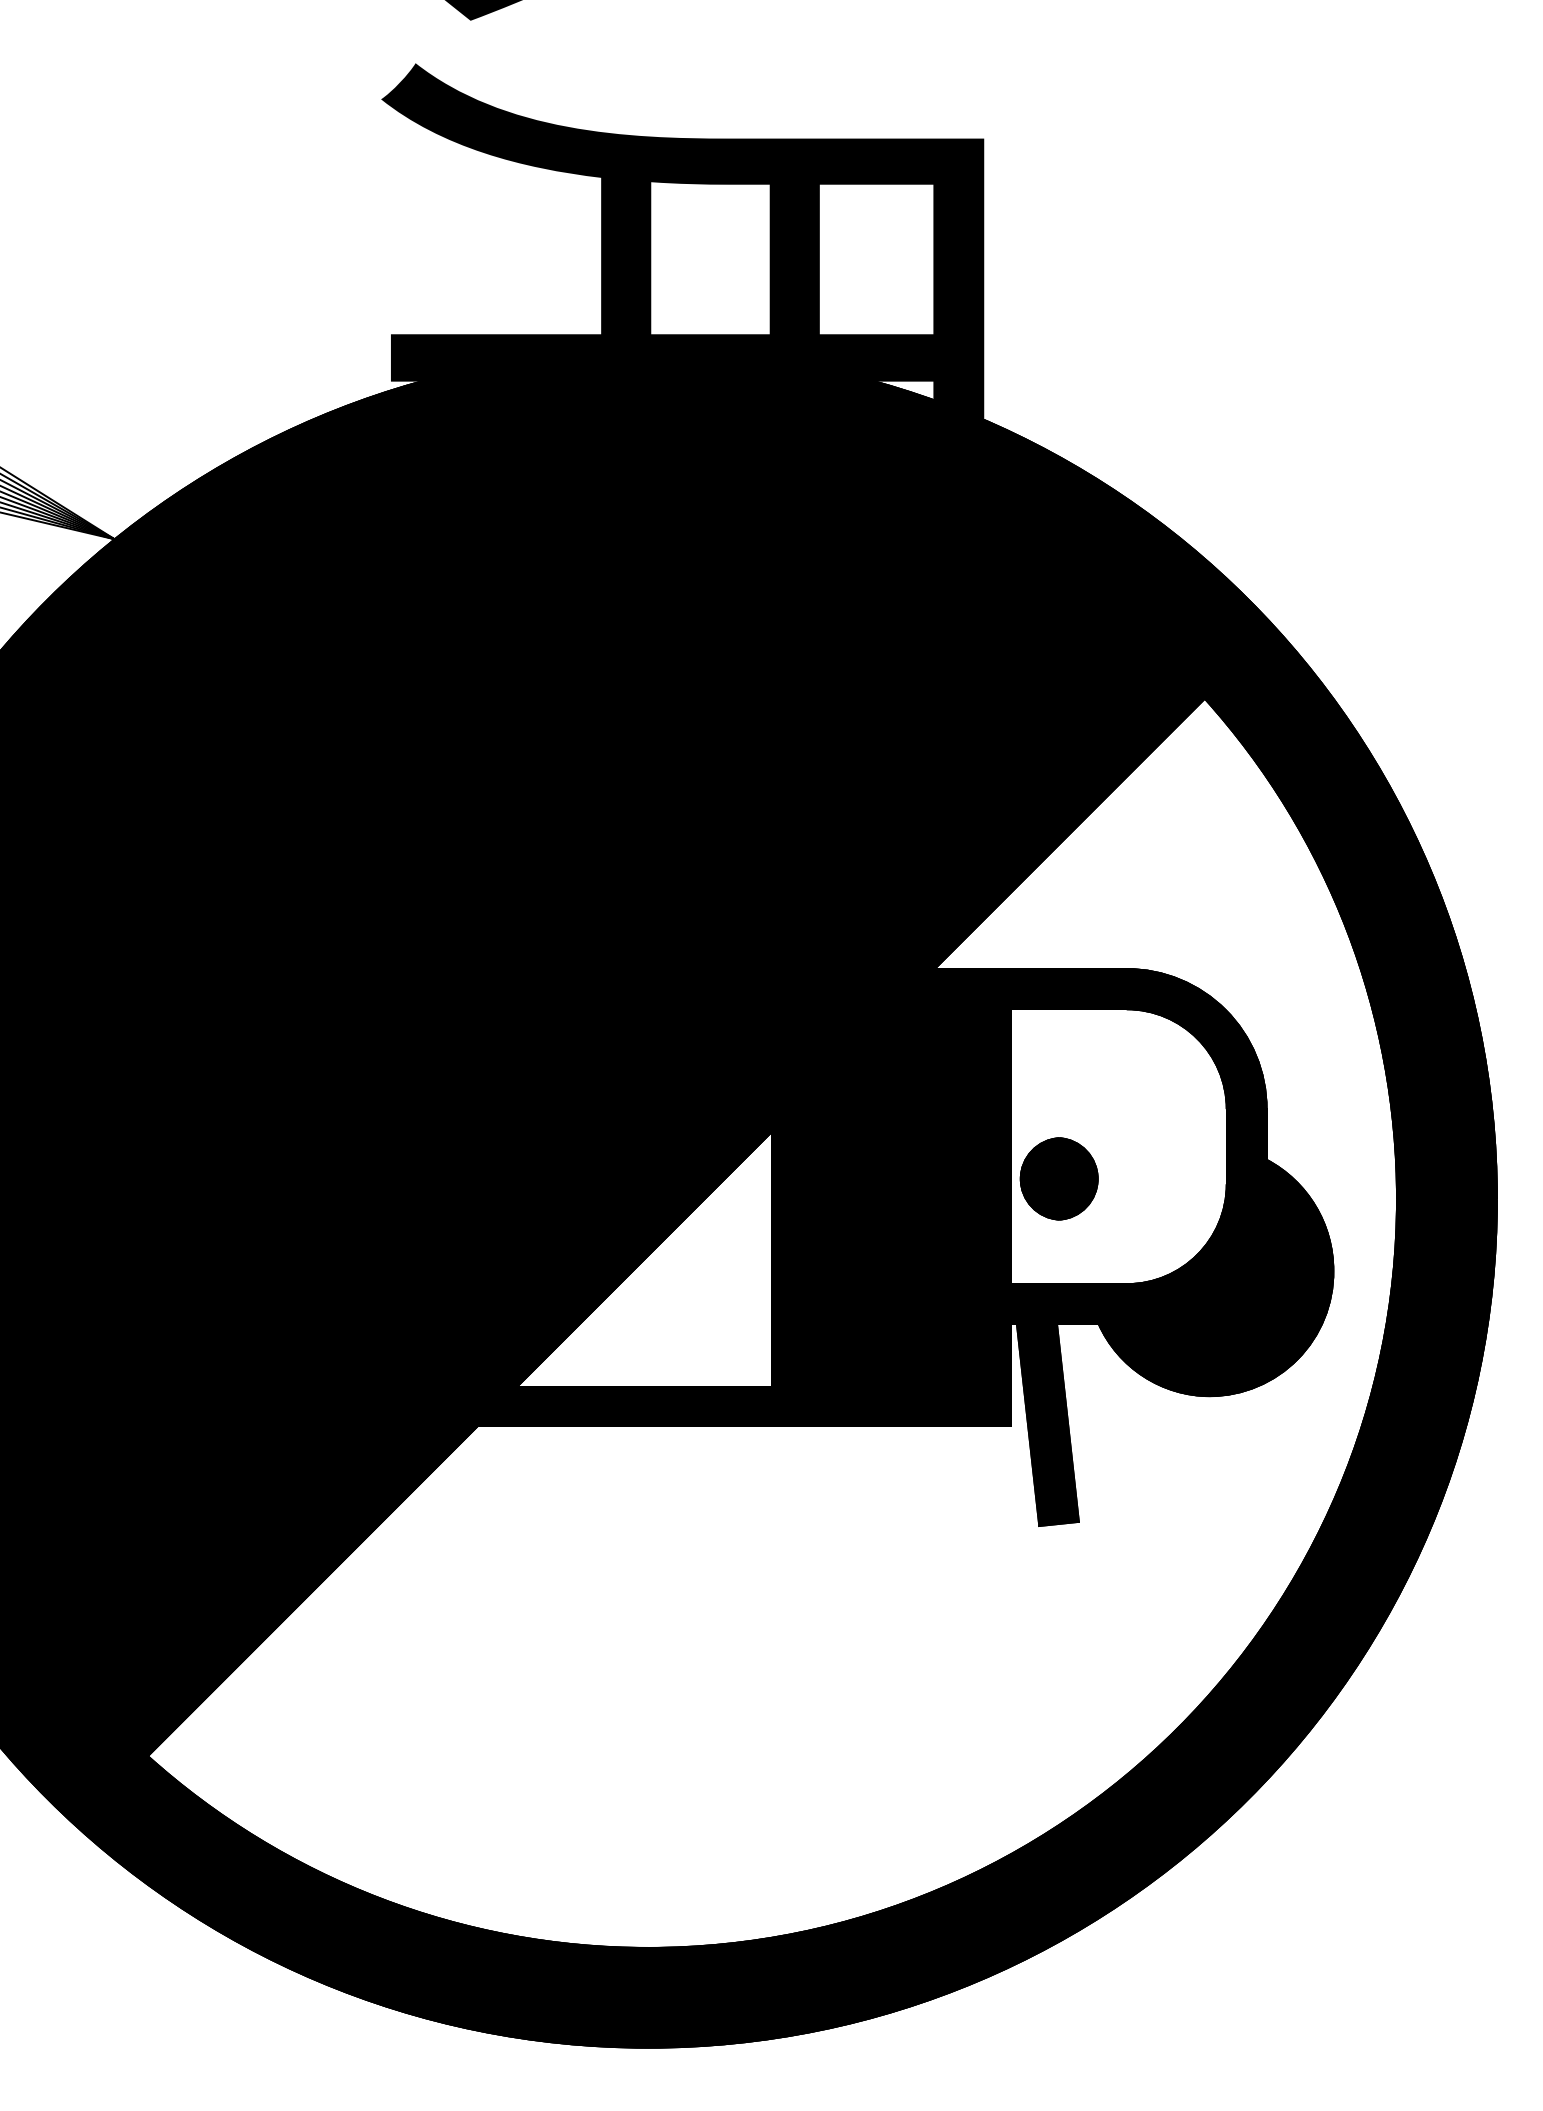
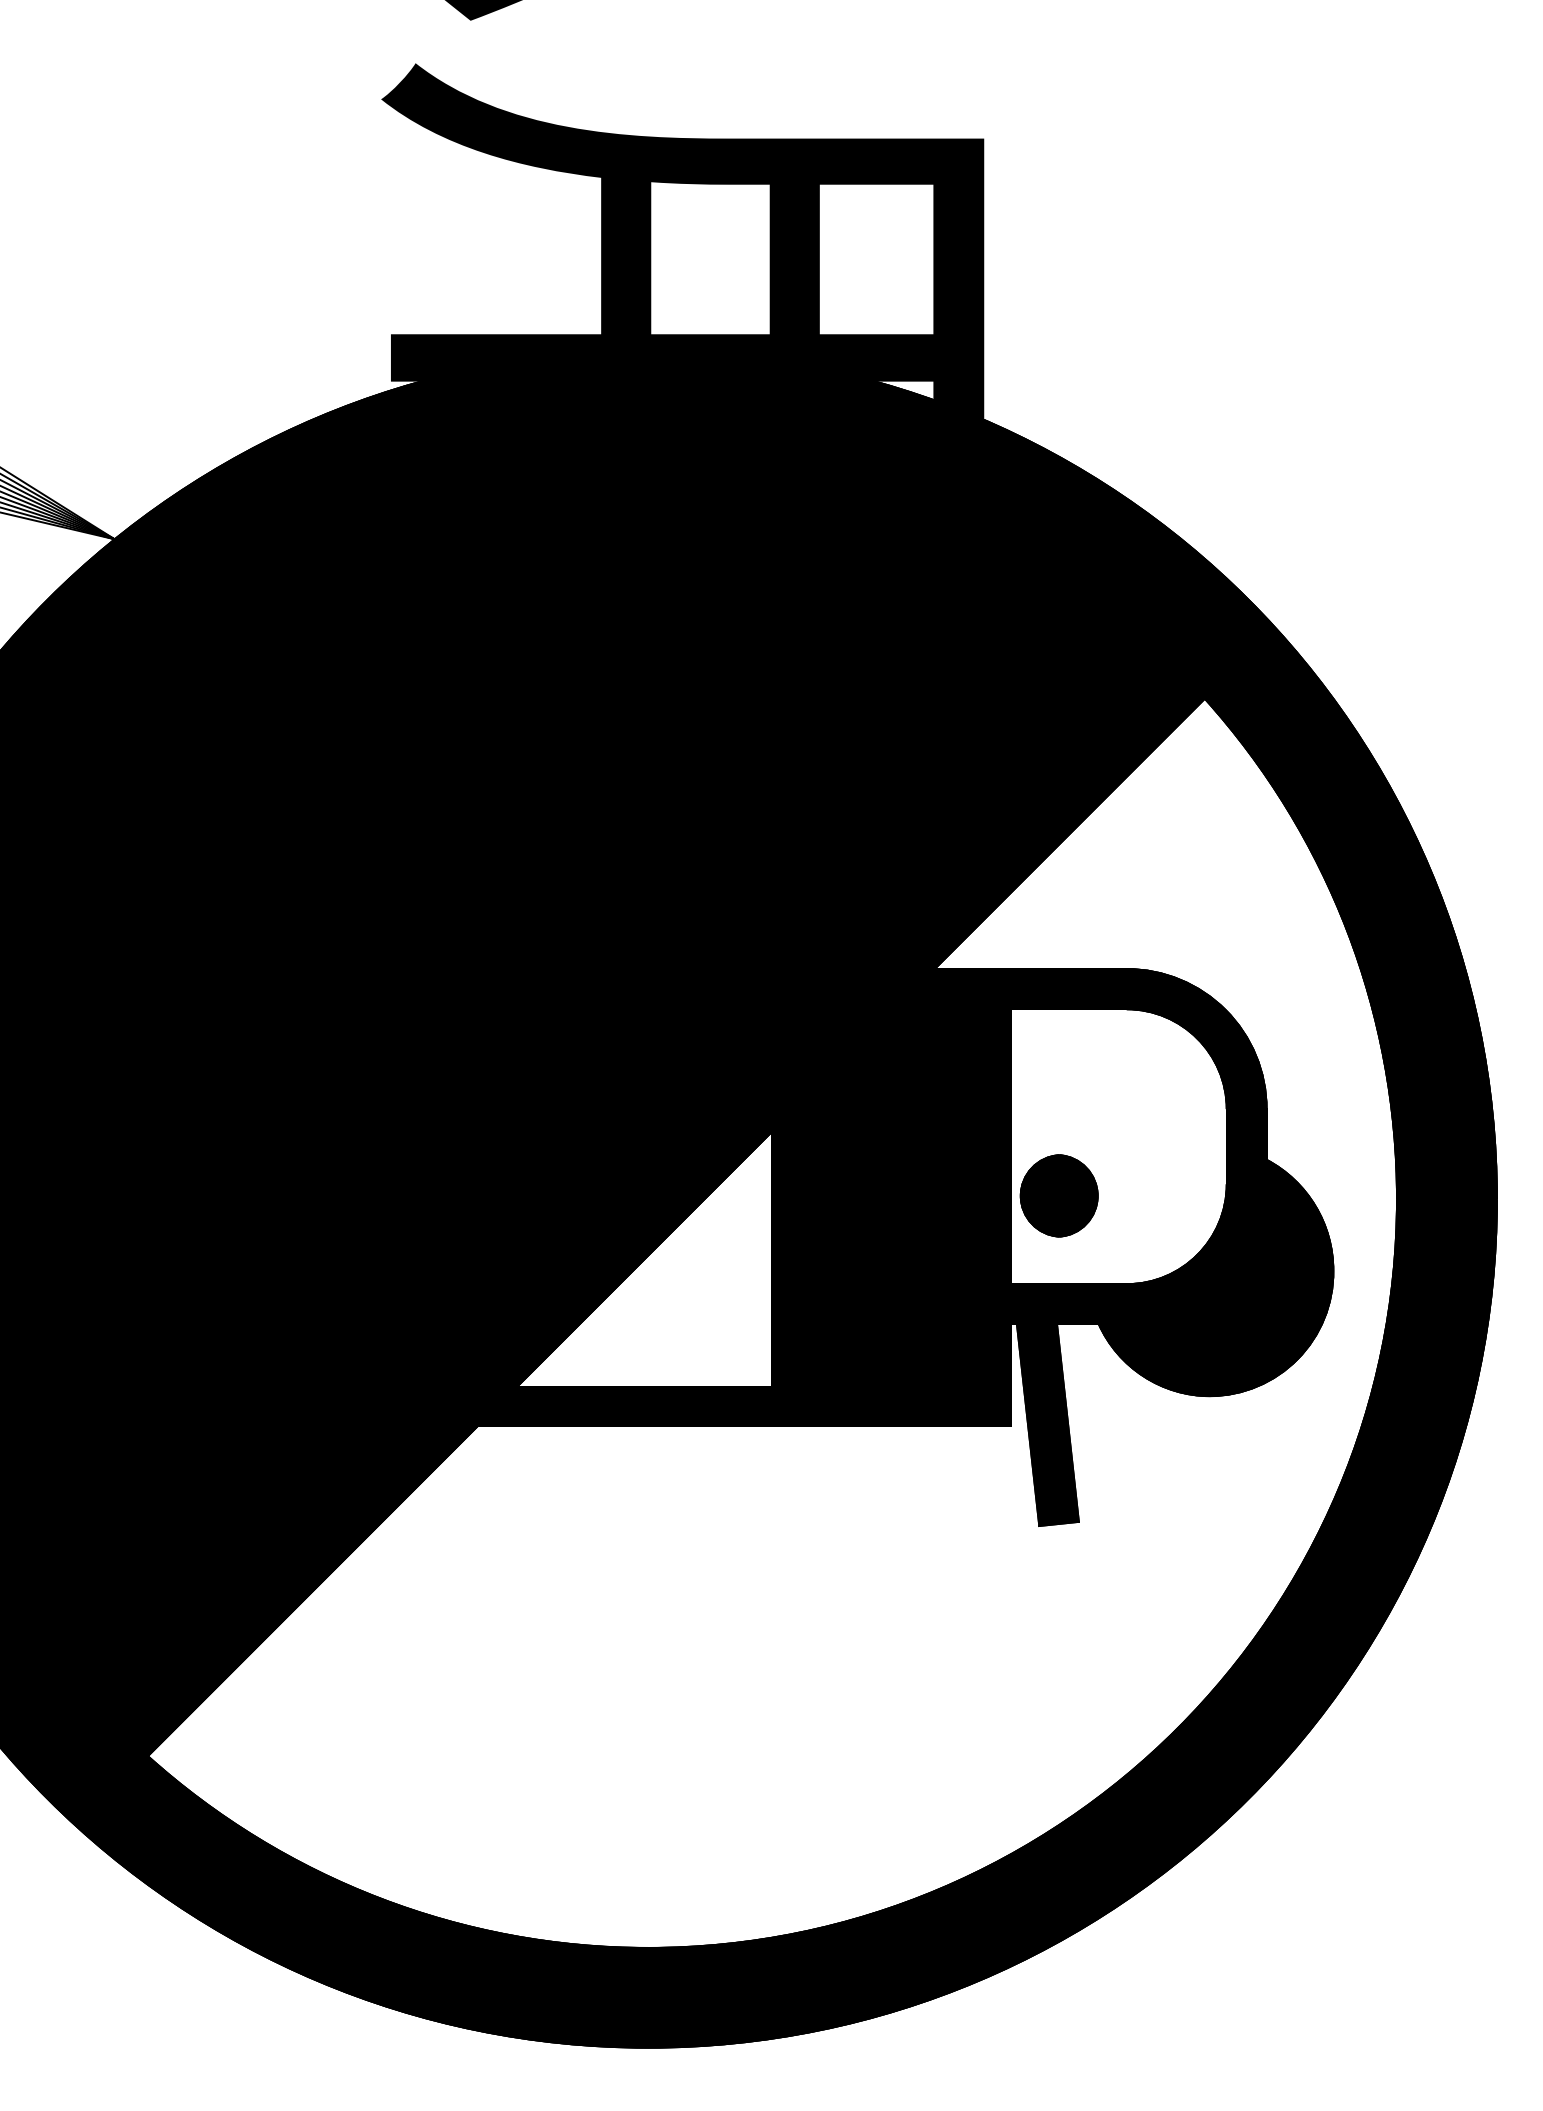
part at (1058, 1178) position: (1058, 1178) -> (1058, 1195)
